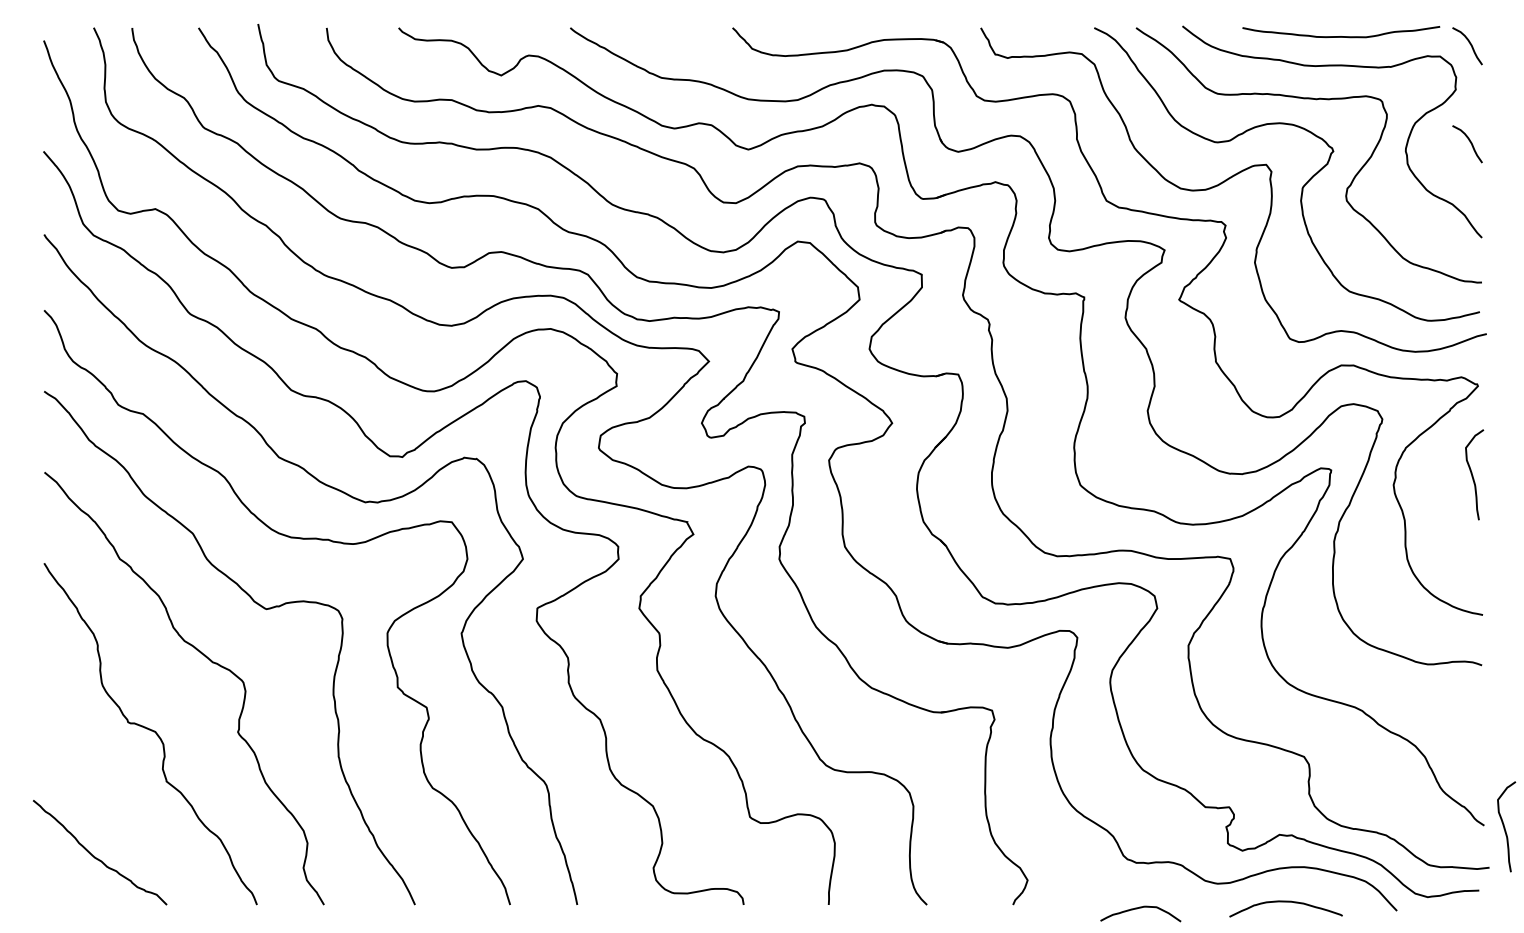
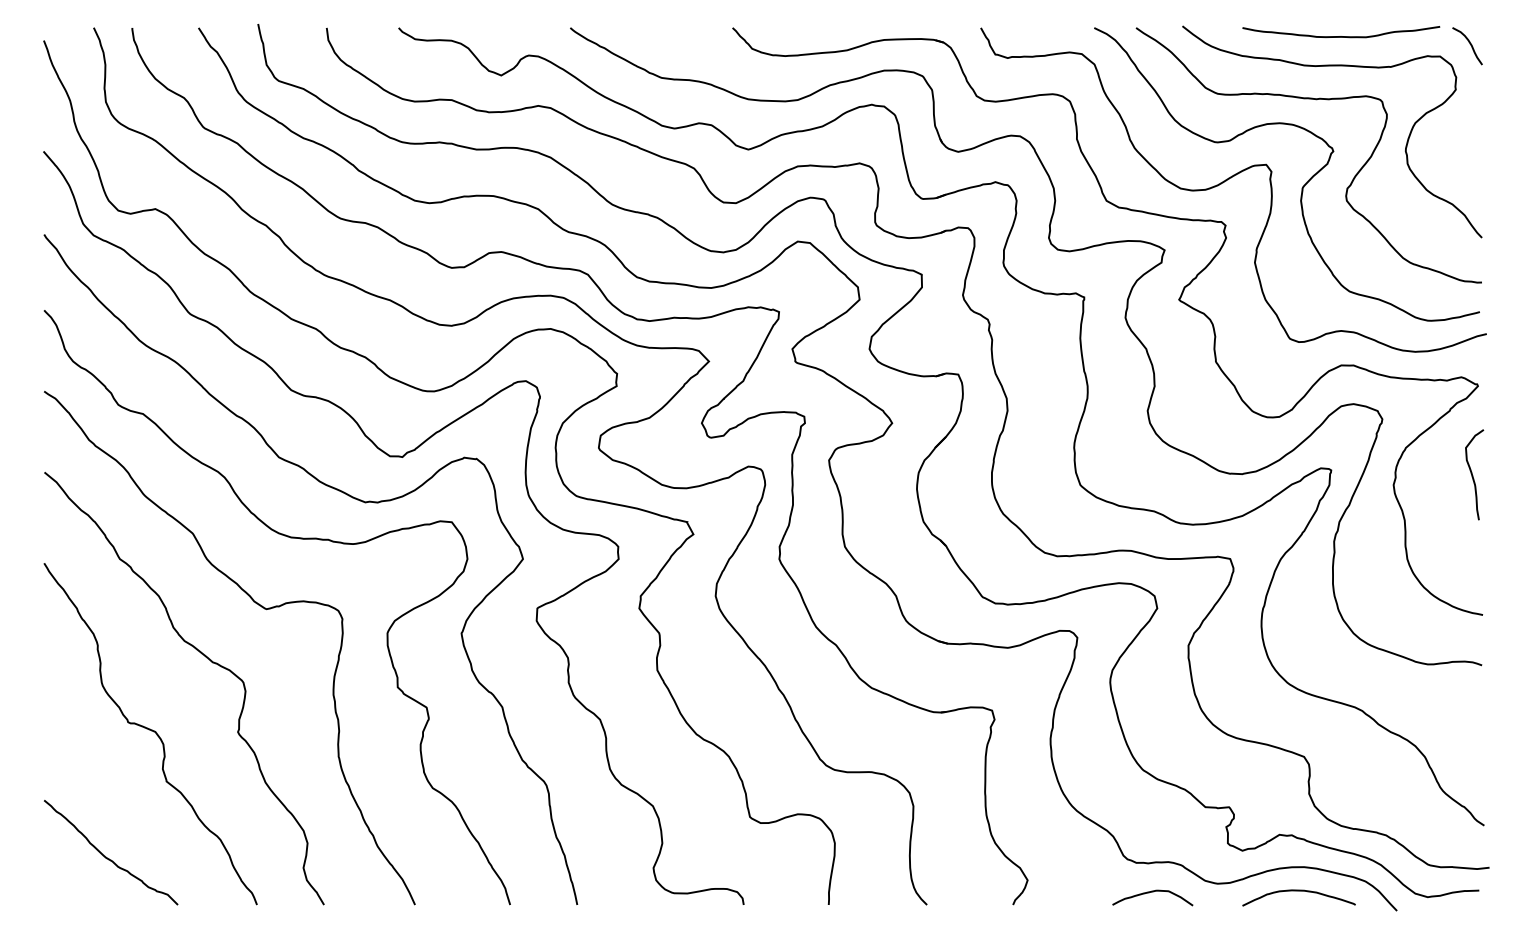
curve at (1469, 142): present -> none
curve at (1505, 827): present -> none
curve at (98, 858) position: (98, 858) -> (109, 858)
curve at (1285, 902) position: (1285, 902) -> (1298, 891)
curve at (1140, 908) position: (1140, 908) -> (1152, 892)
